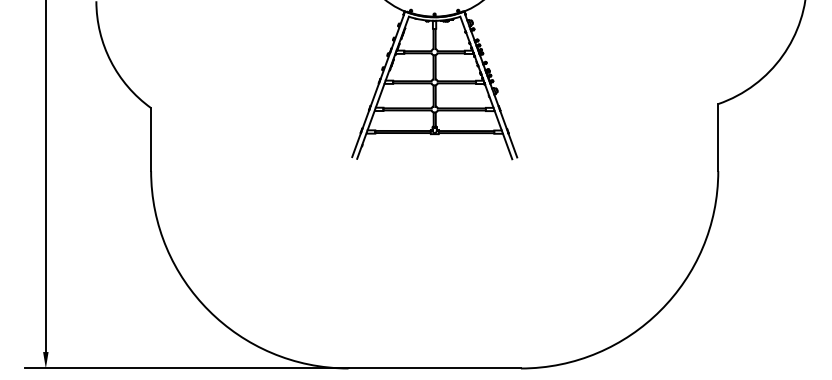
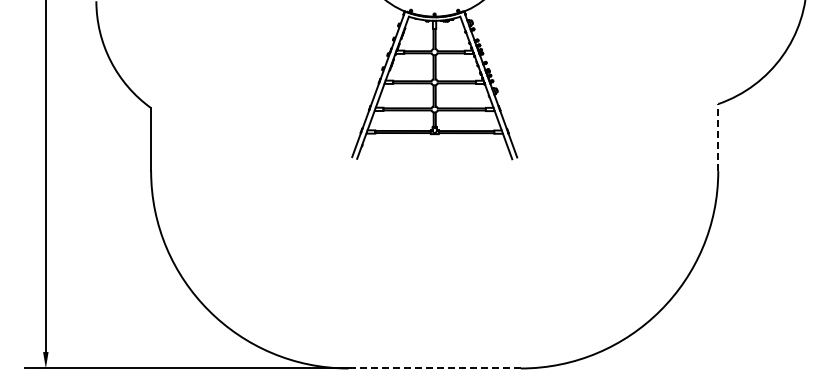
line at (718, 137): solid -> dashed
line at (435, 368): solid -> dashed
